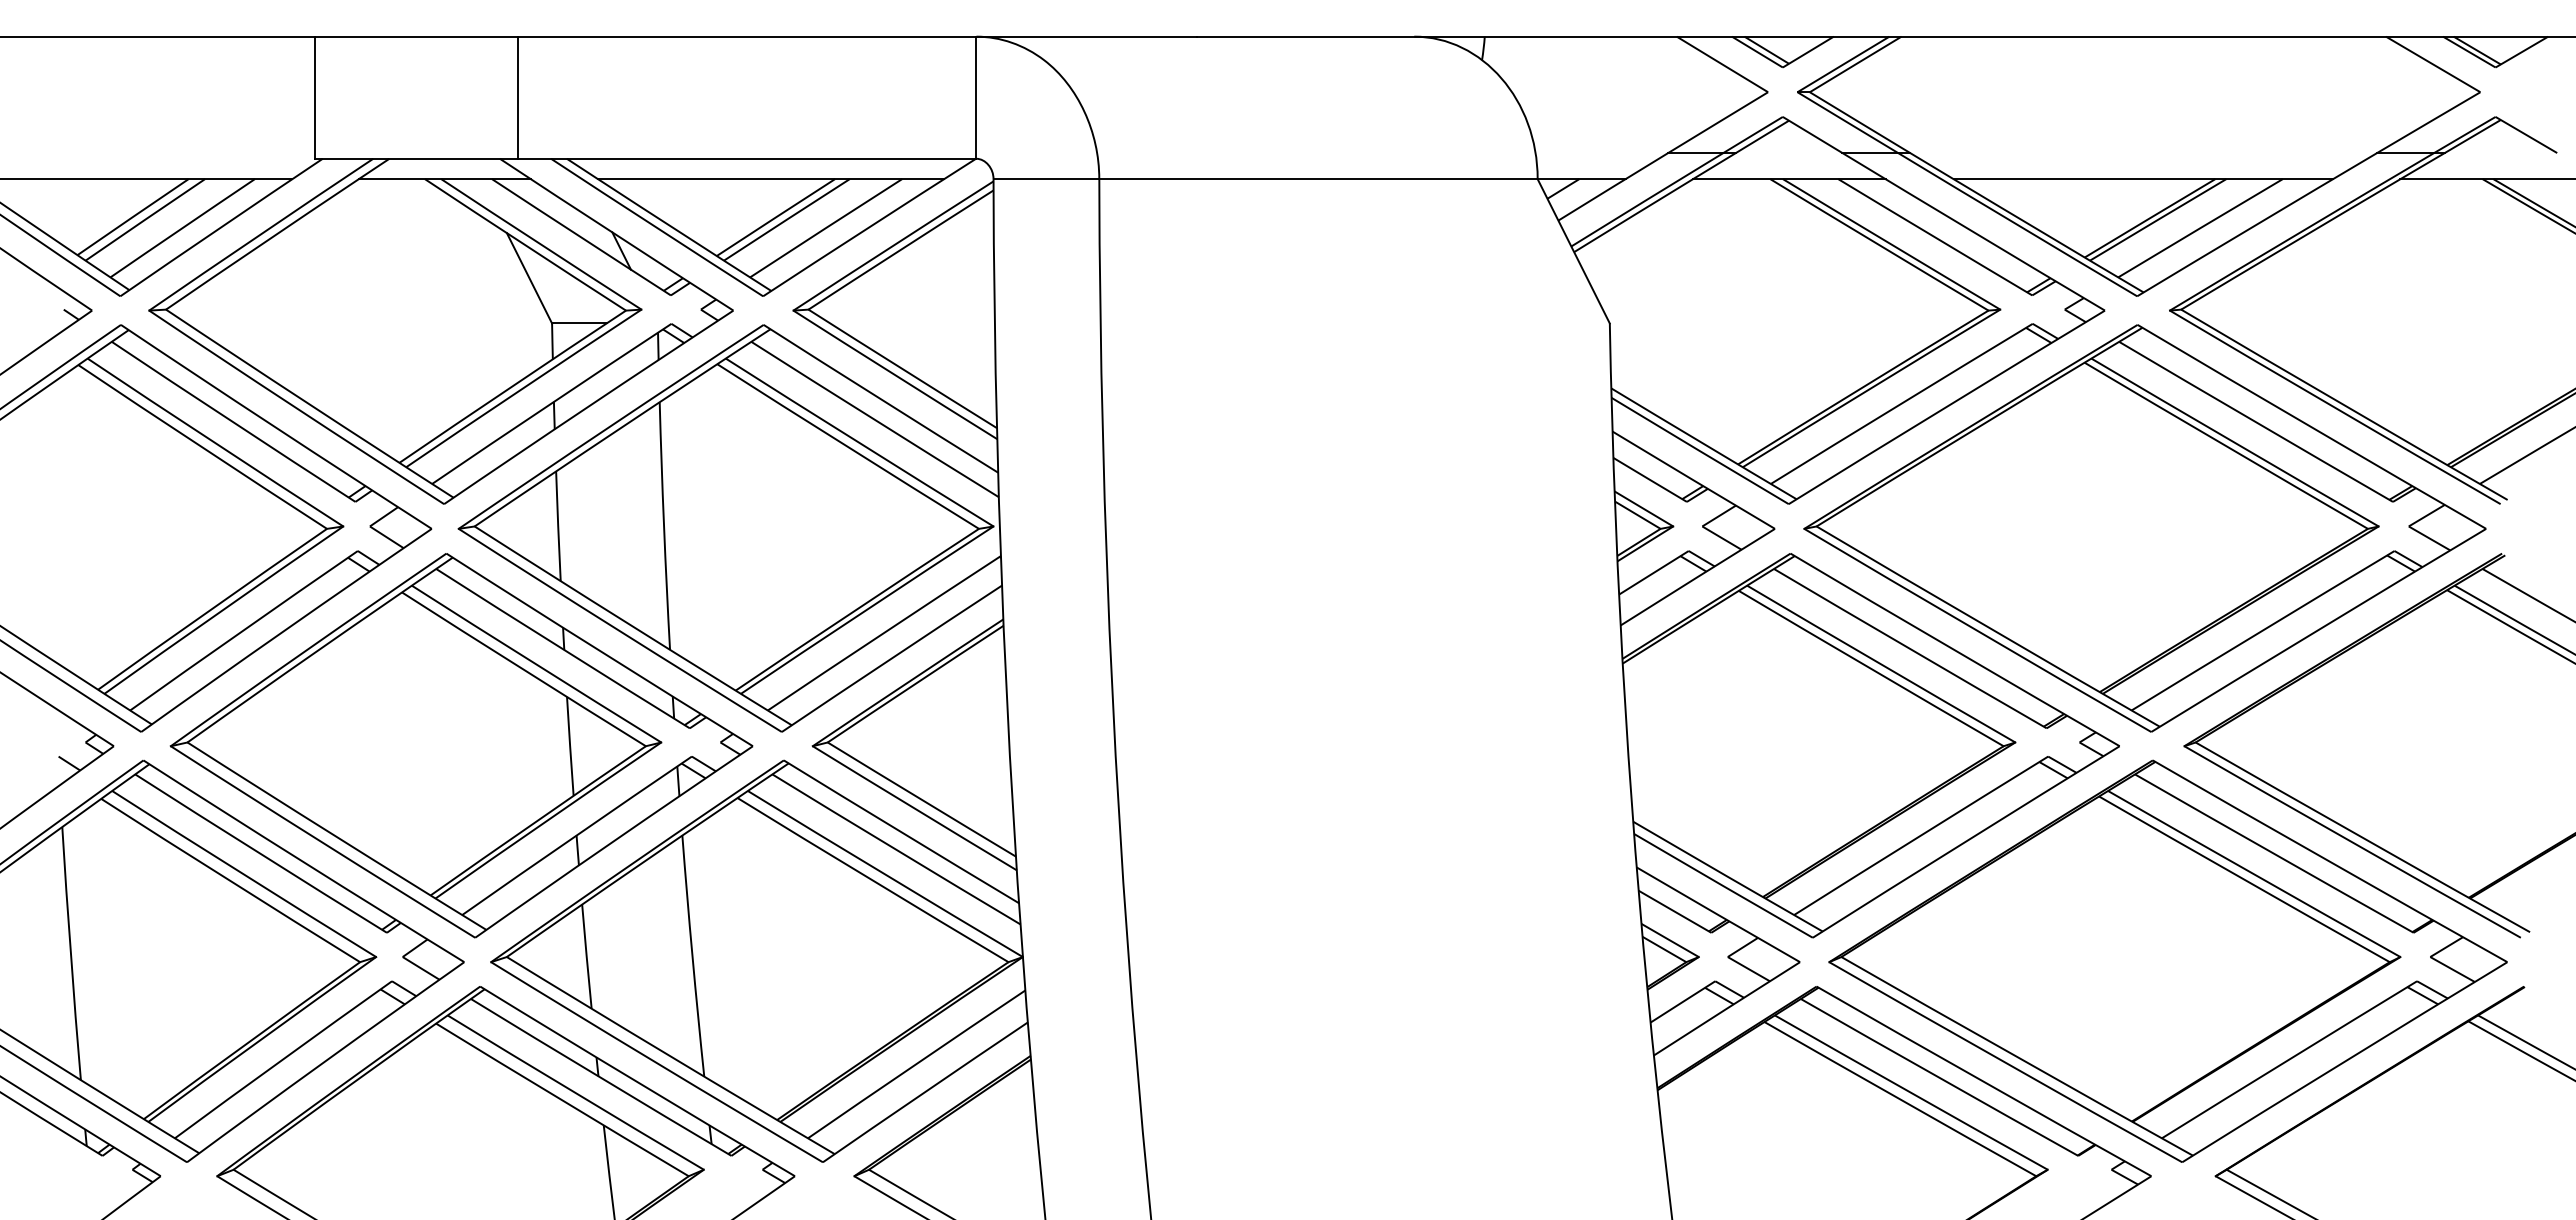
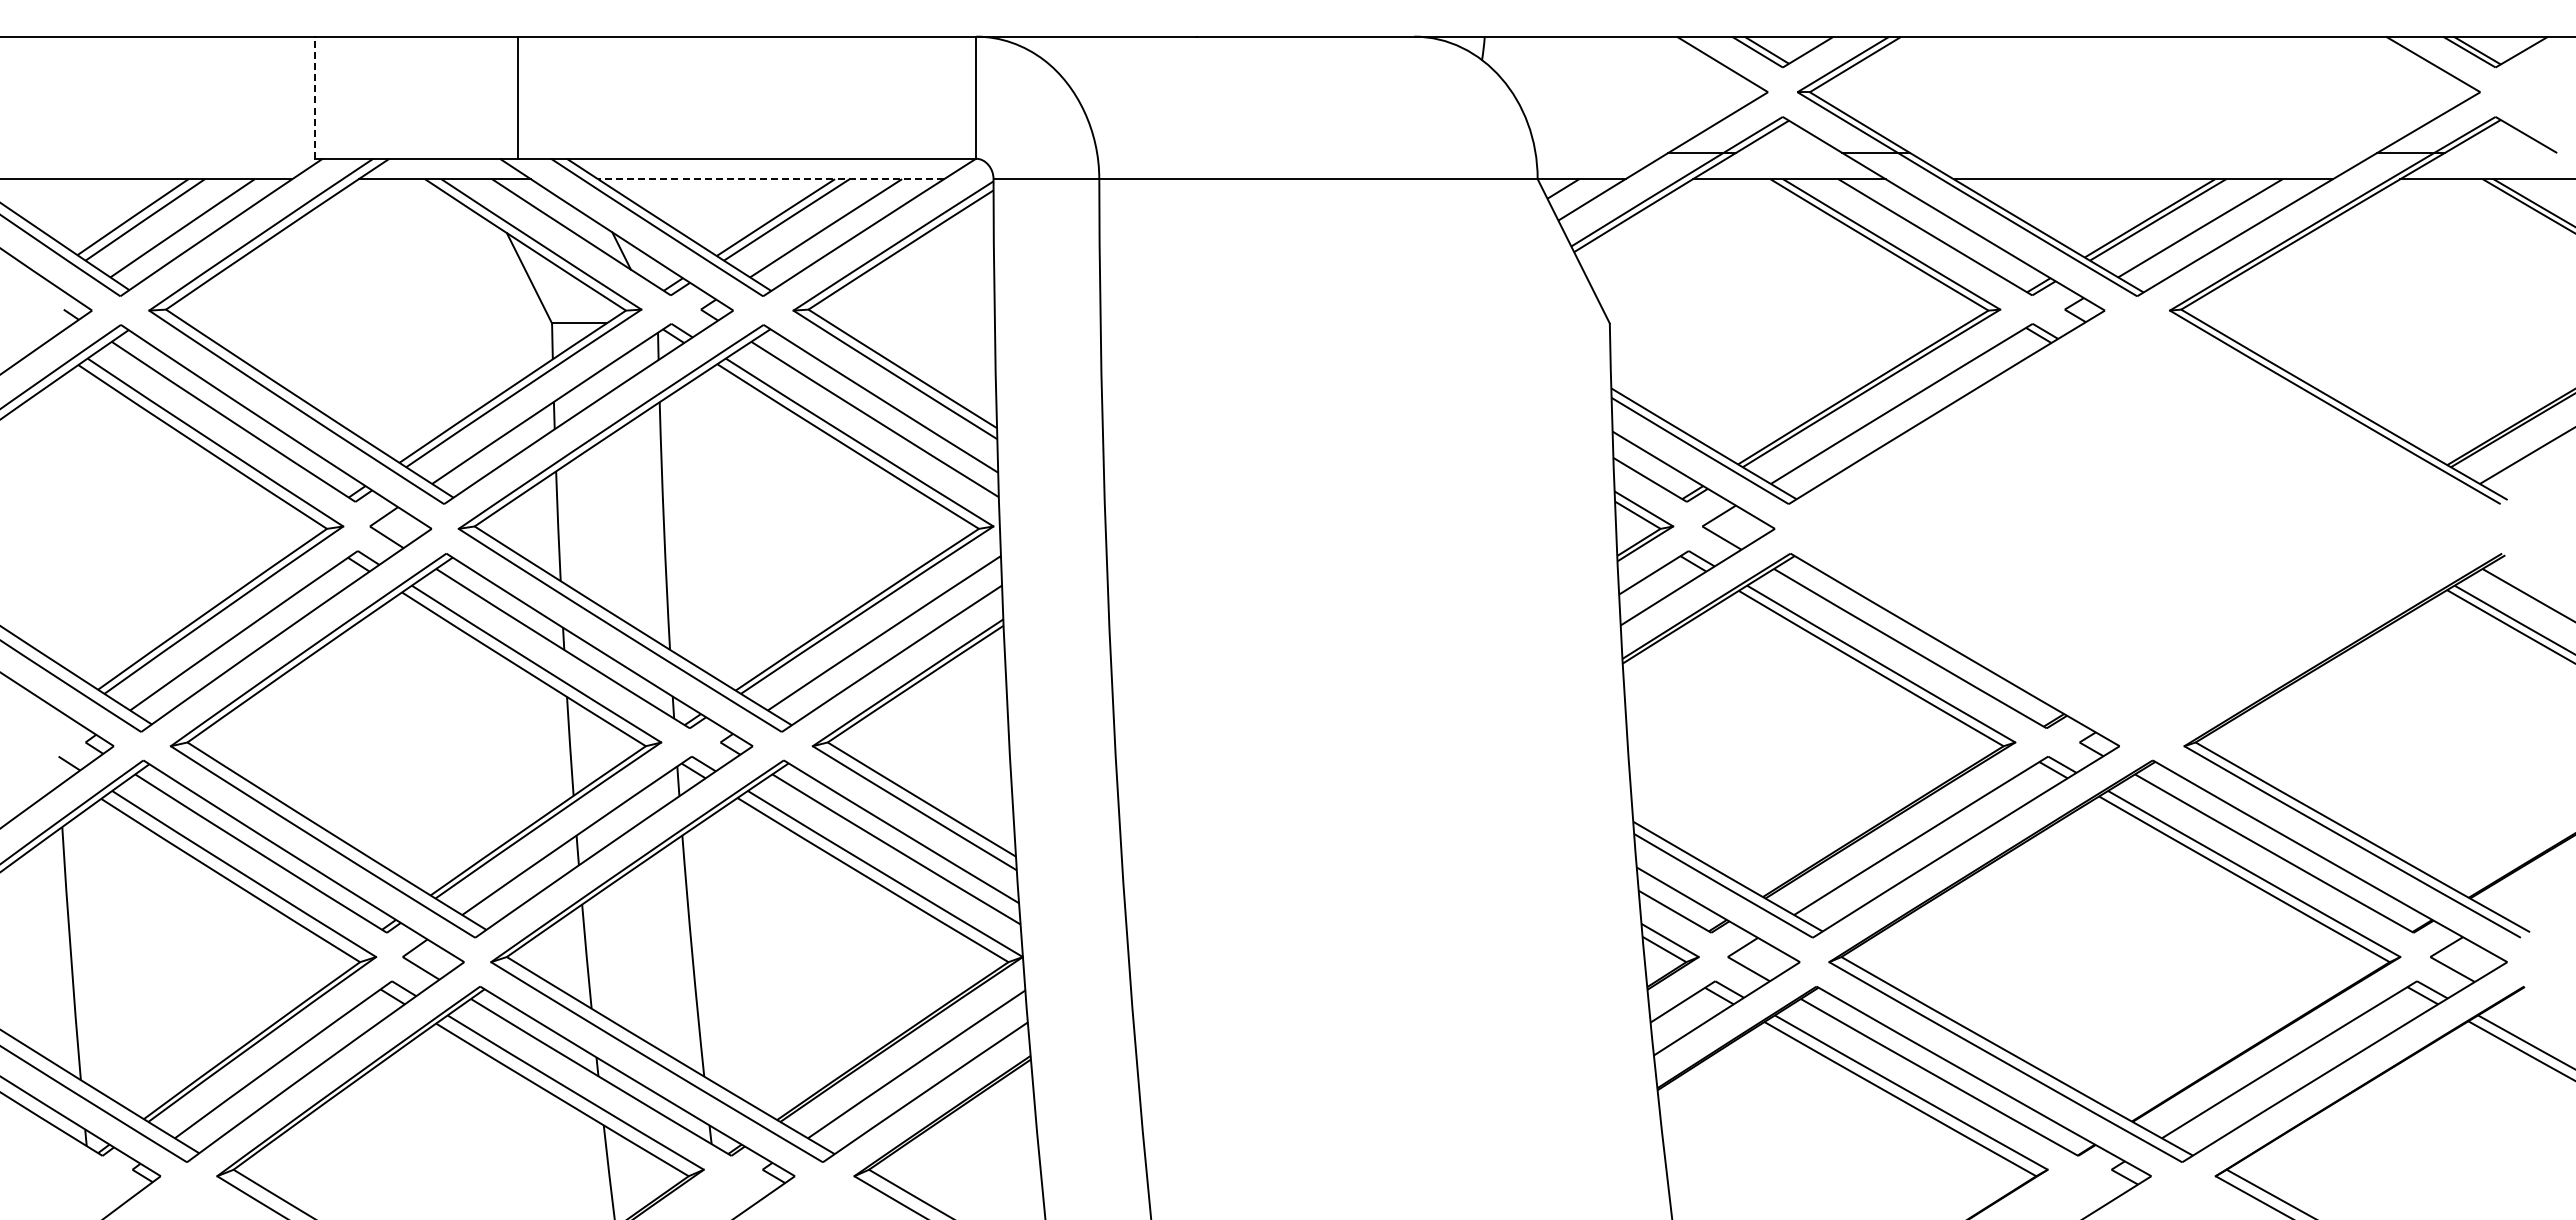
line at (314, 97): solid -> dashed
line at (770, 179): solid -> dashed
part at (2144, 528): present -> none
